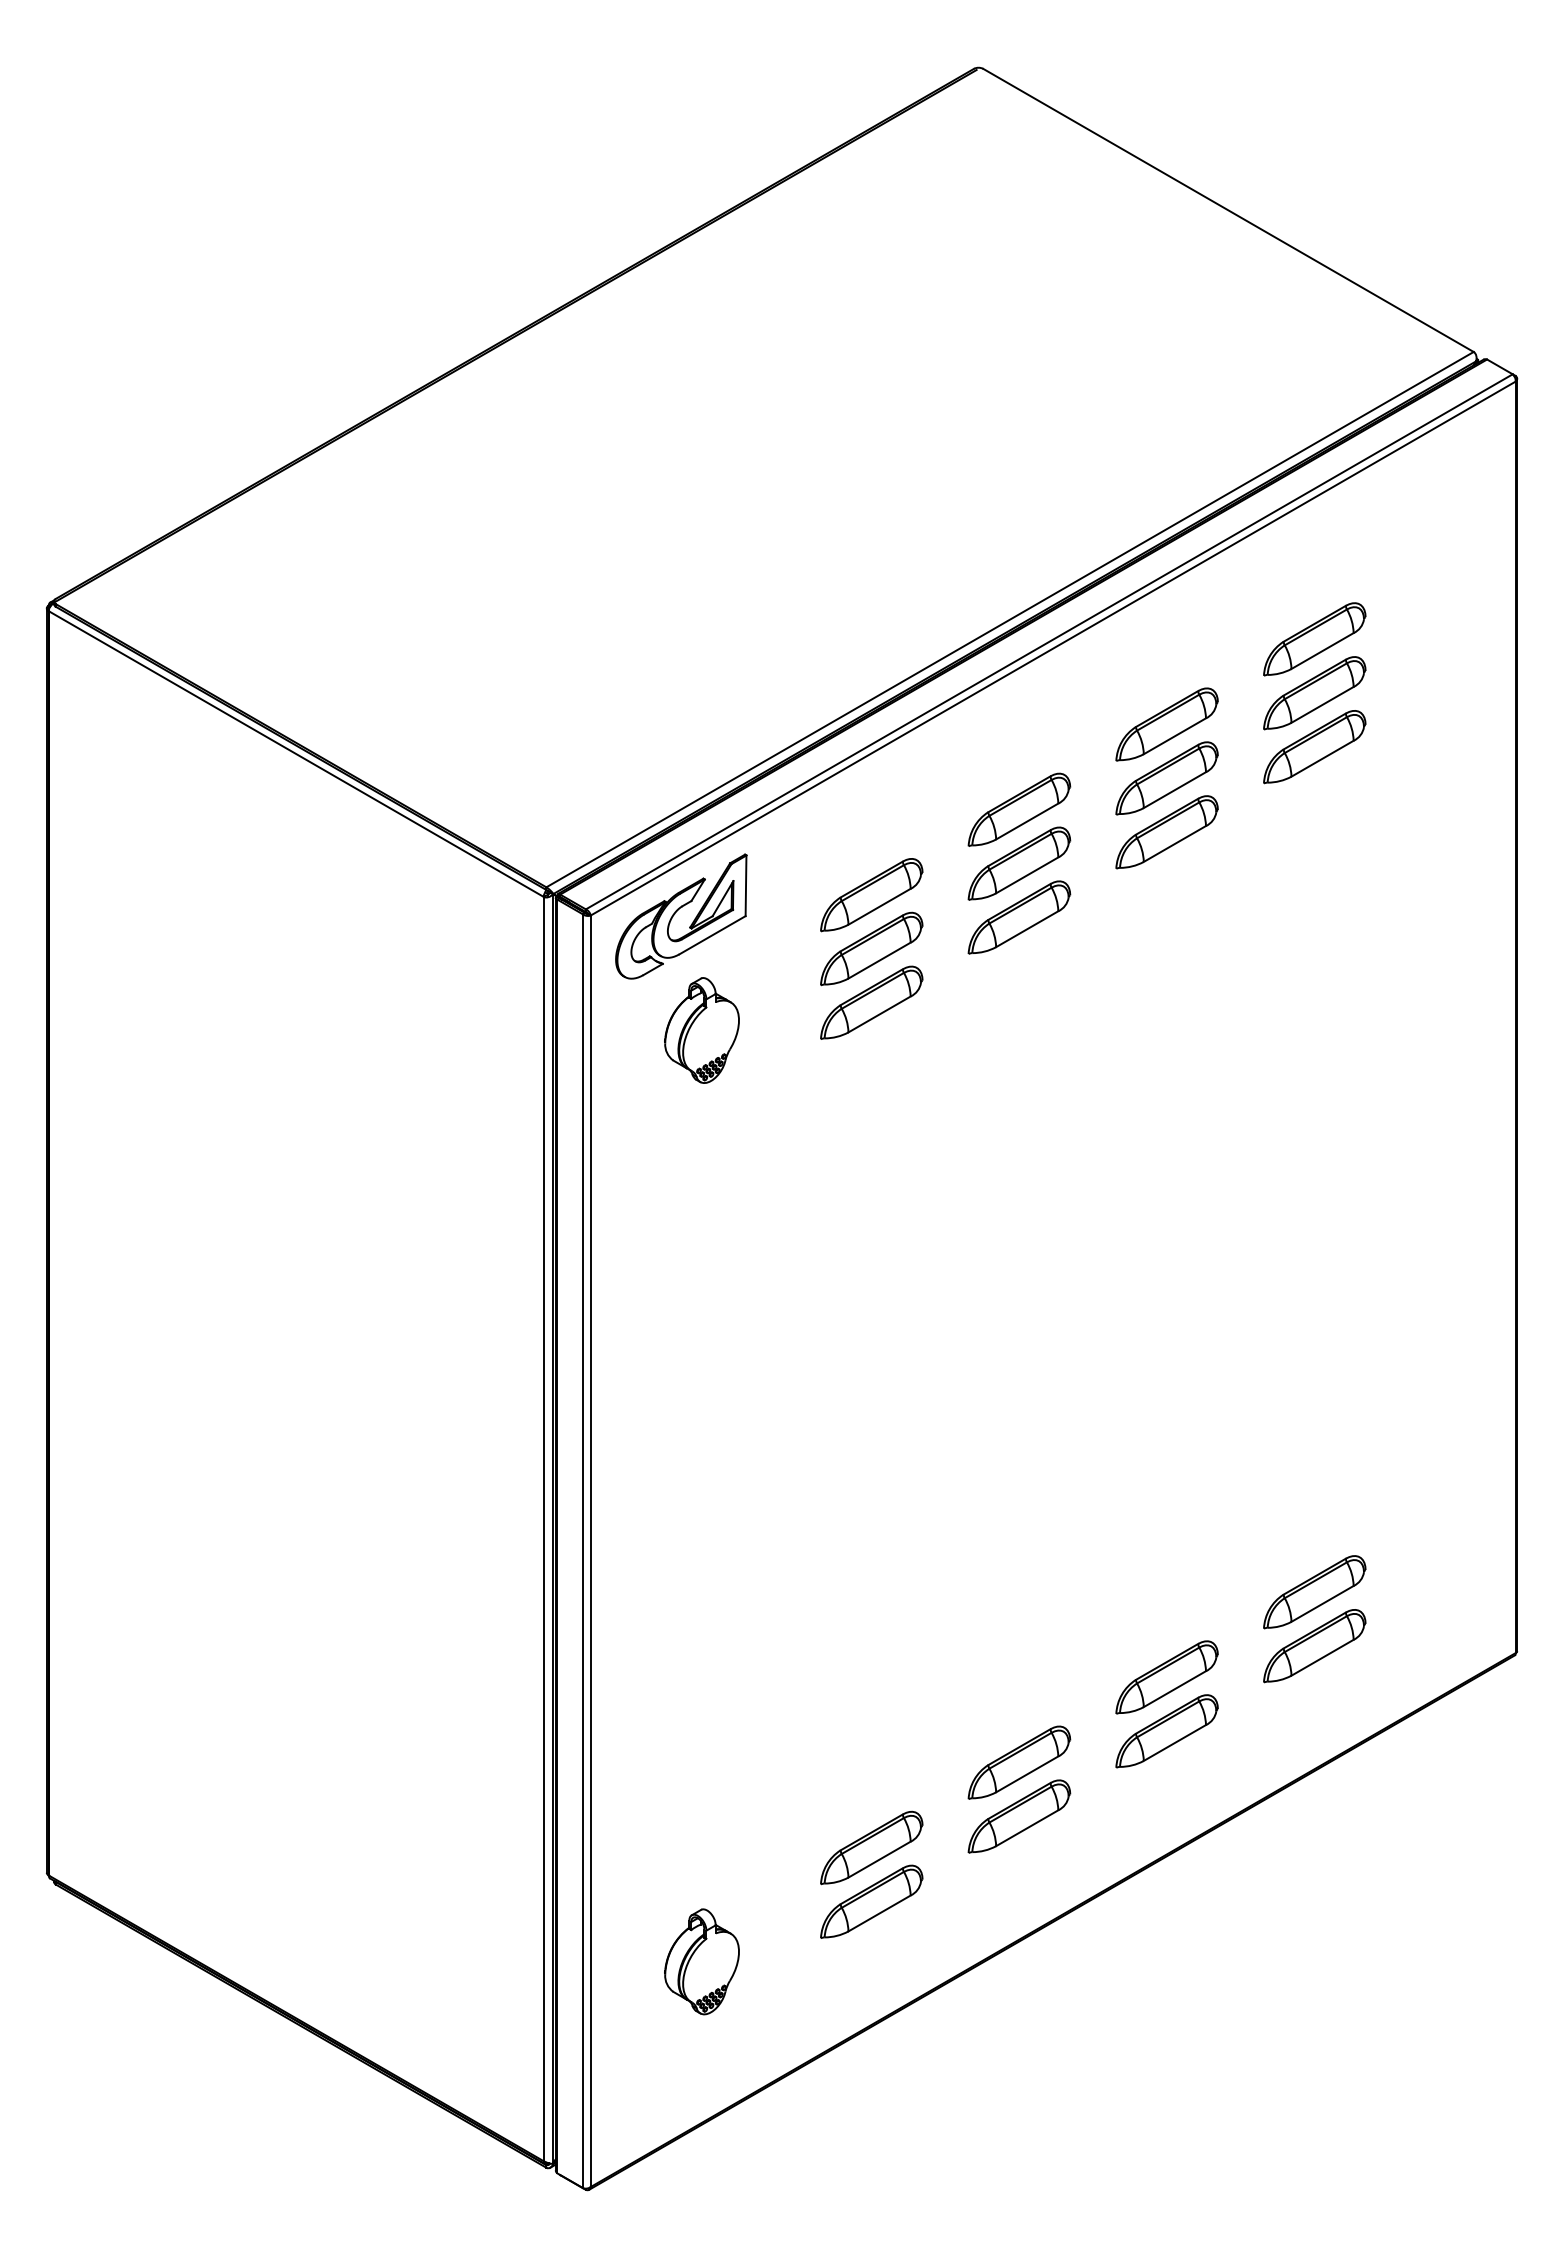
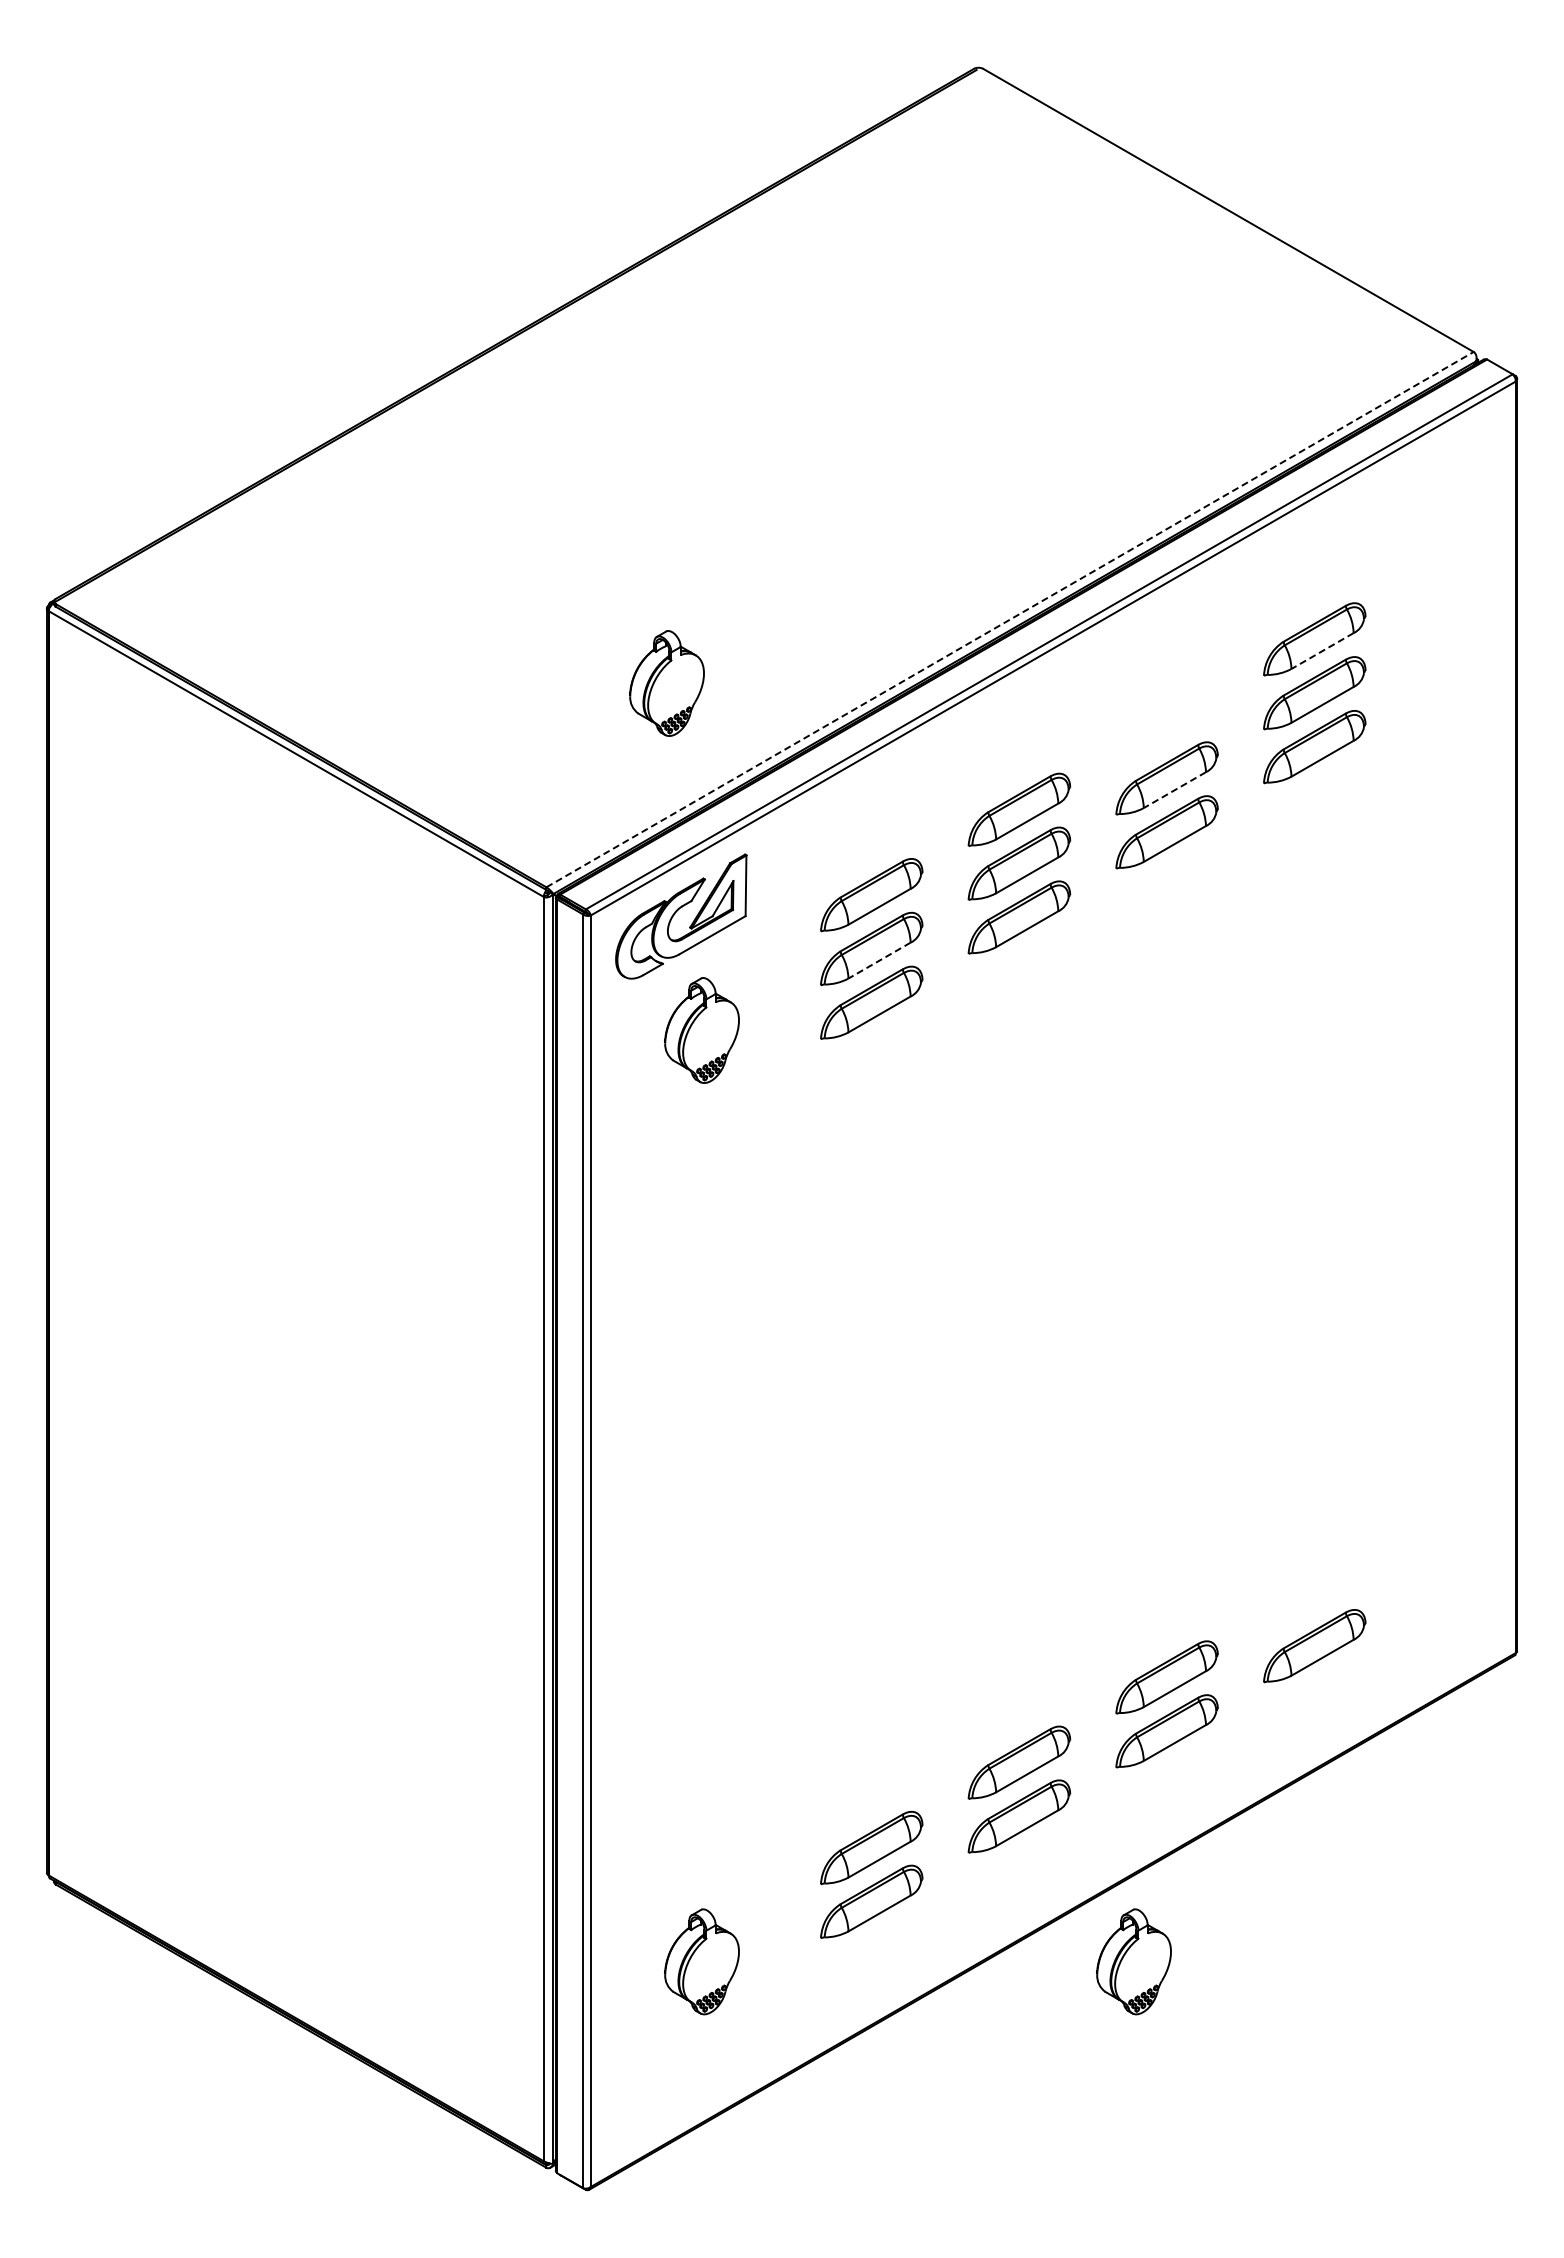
line at (1010, 619): solid -> dashed
line at (1322, 651): solid -> dashed
part at (666, 683): none -> present
part at (1166, 724): present -> none
line at (1174, 790): solid -> dashed
line at (879, 960): solid -> dashed
part at (1314, 1592): present -> none
part at (1133, 1961): none -> present
